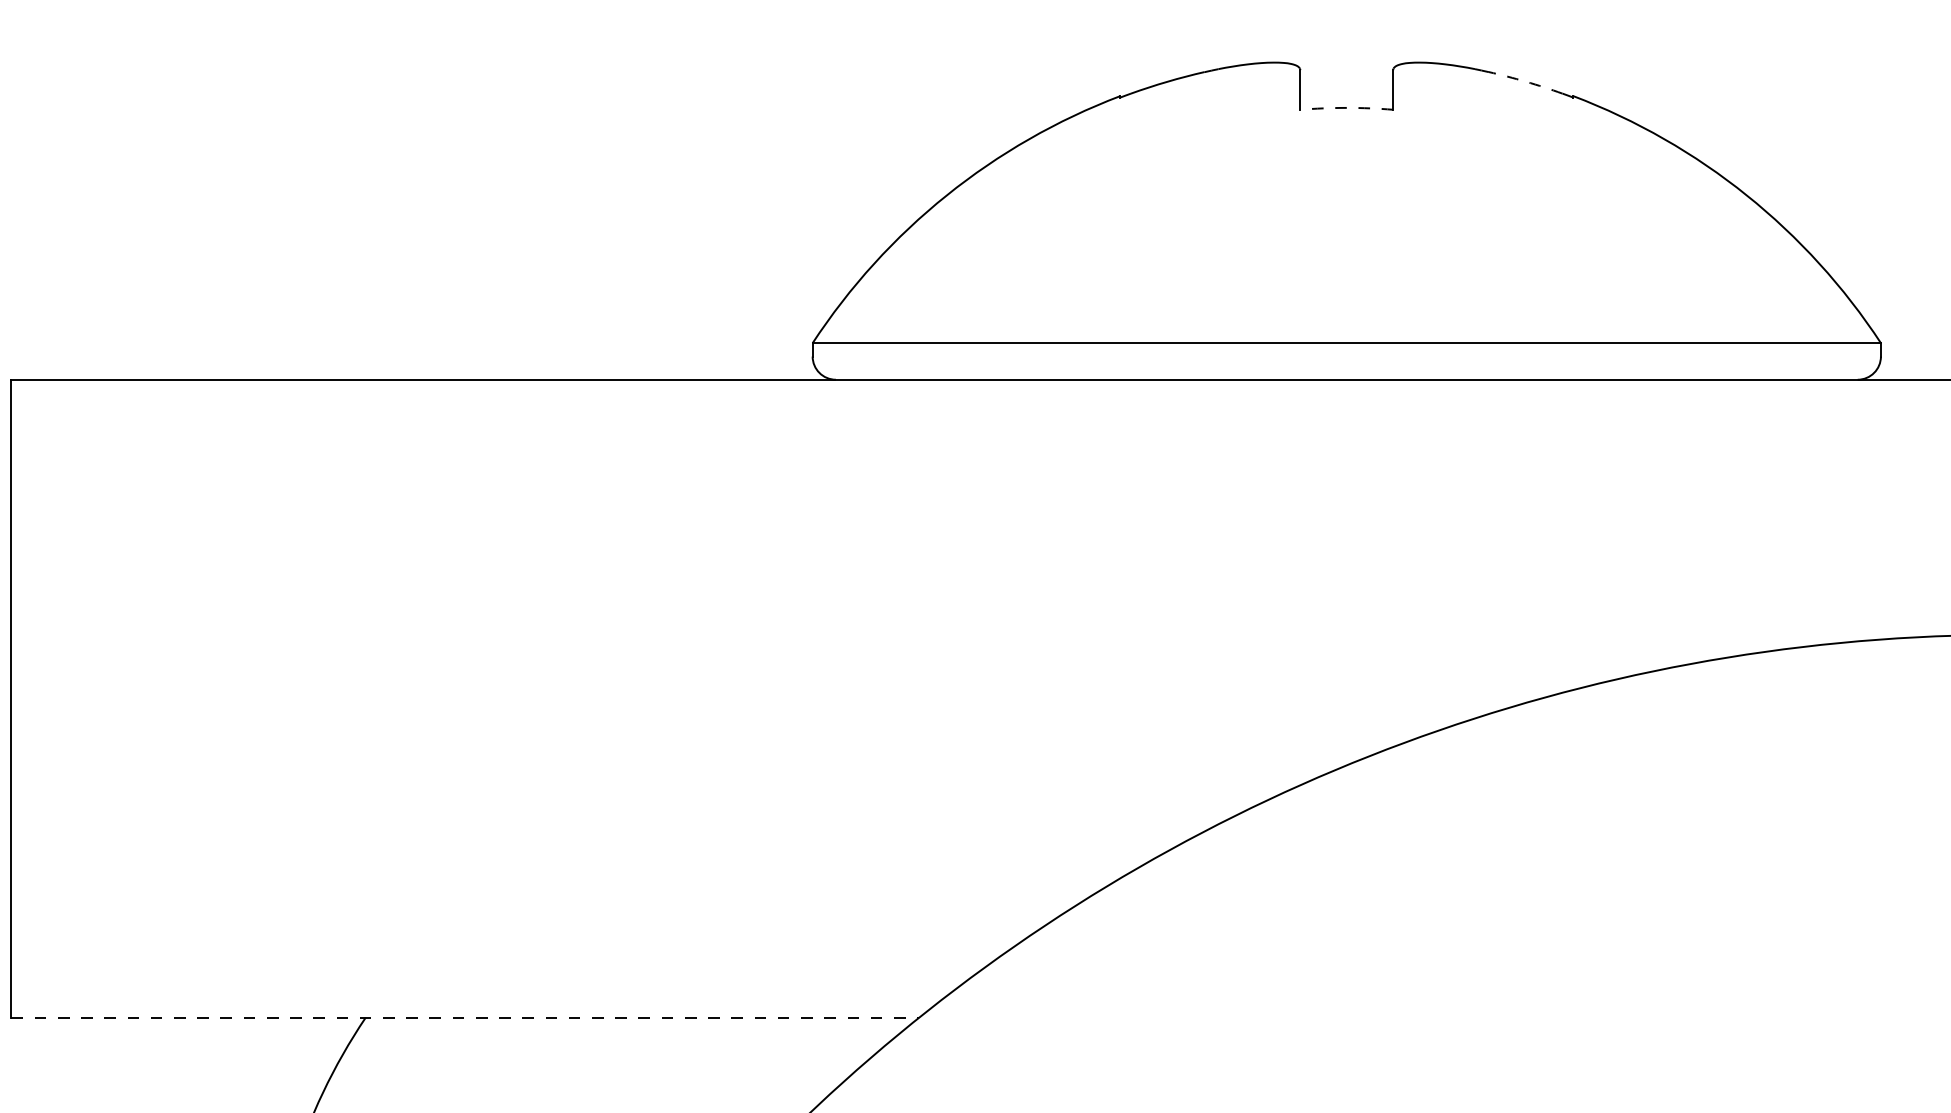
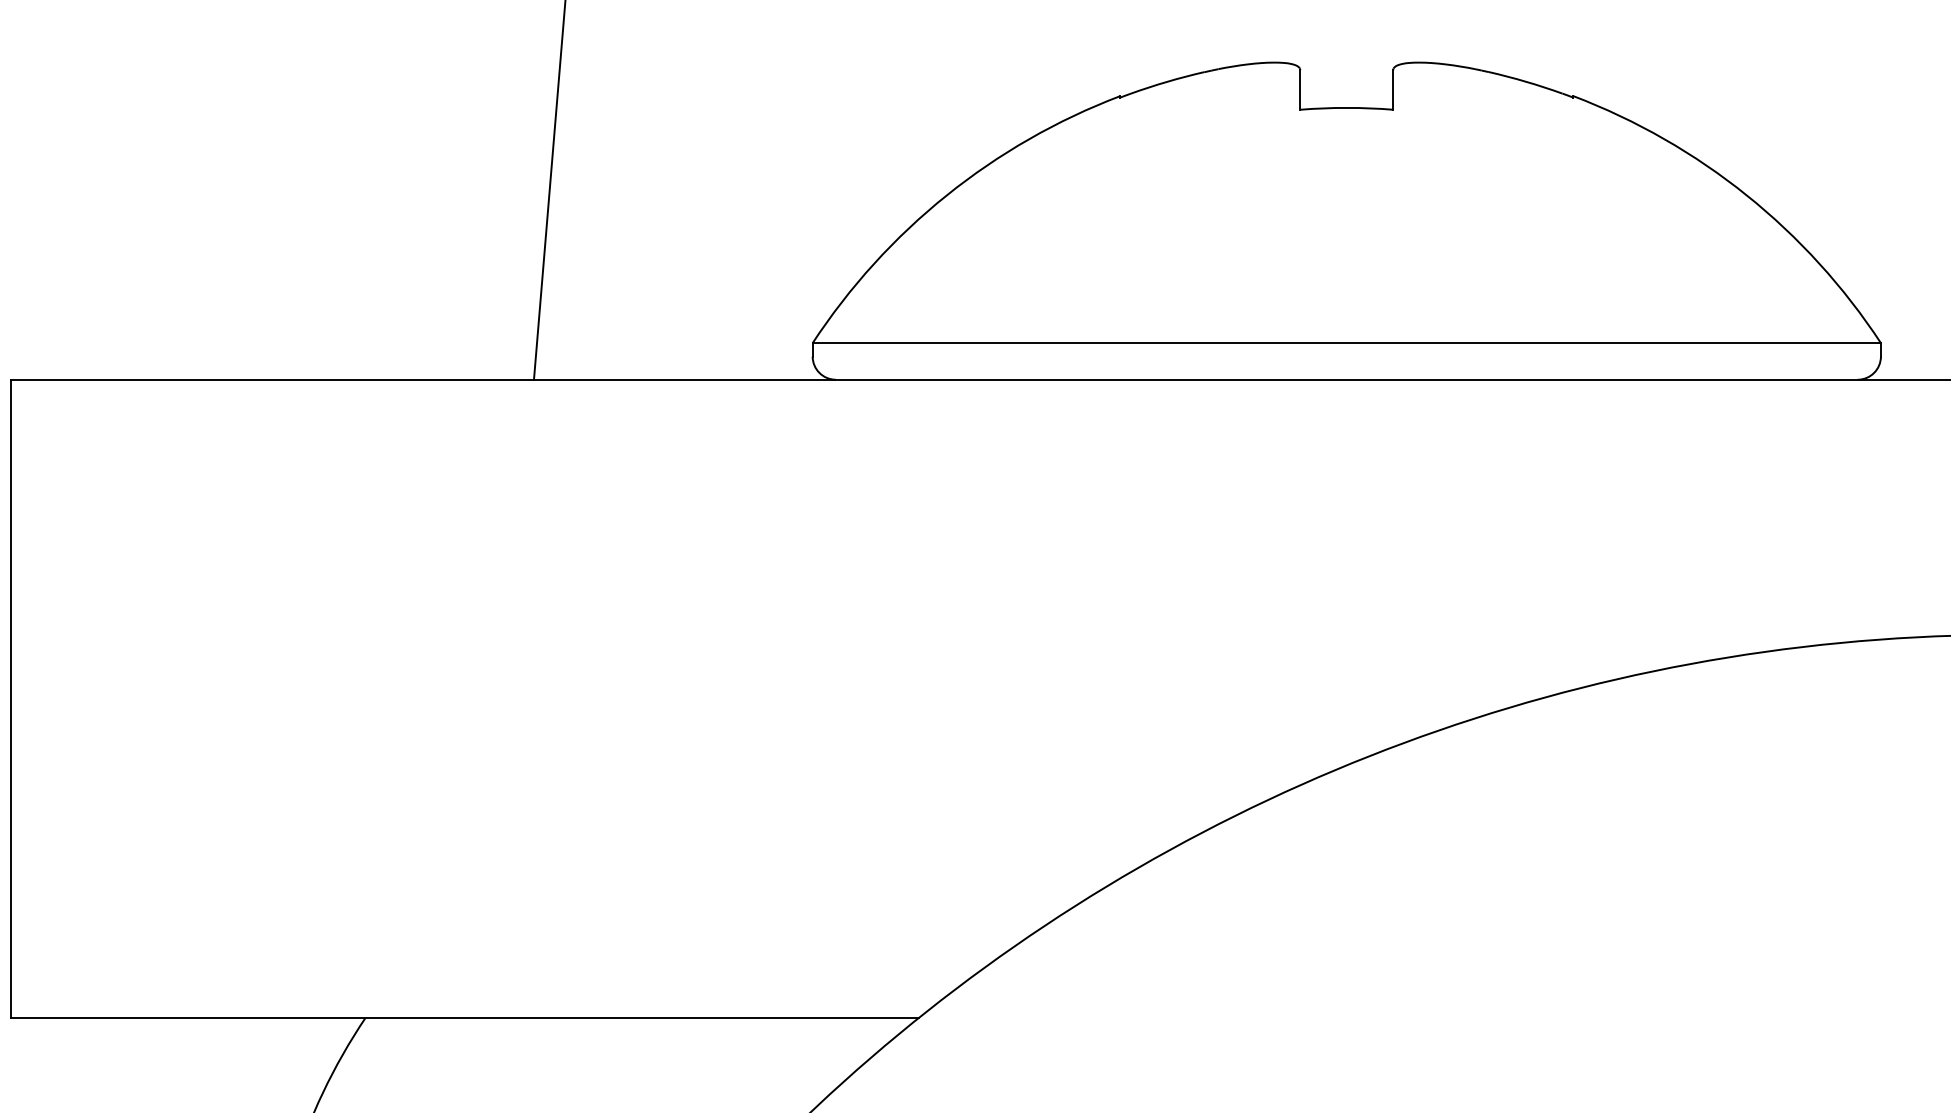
arc at (1526, 81): dashed -> solid
arc at (1346, 107): dashed -> solid
line at (549, 190): none -> present
line at (465, 1018): dashed -> solid
